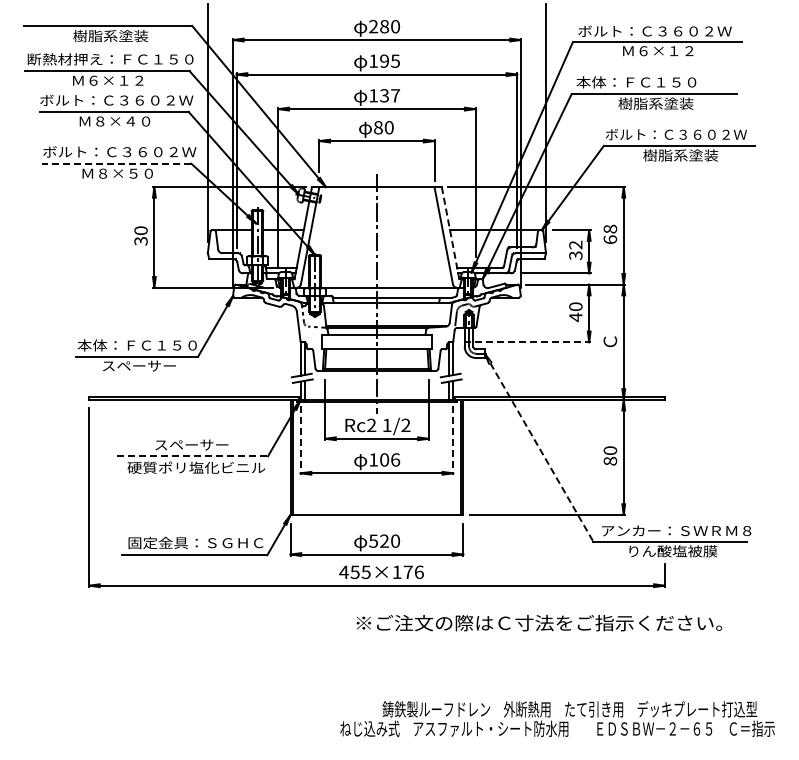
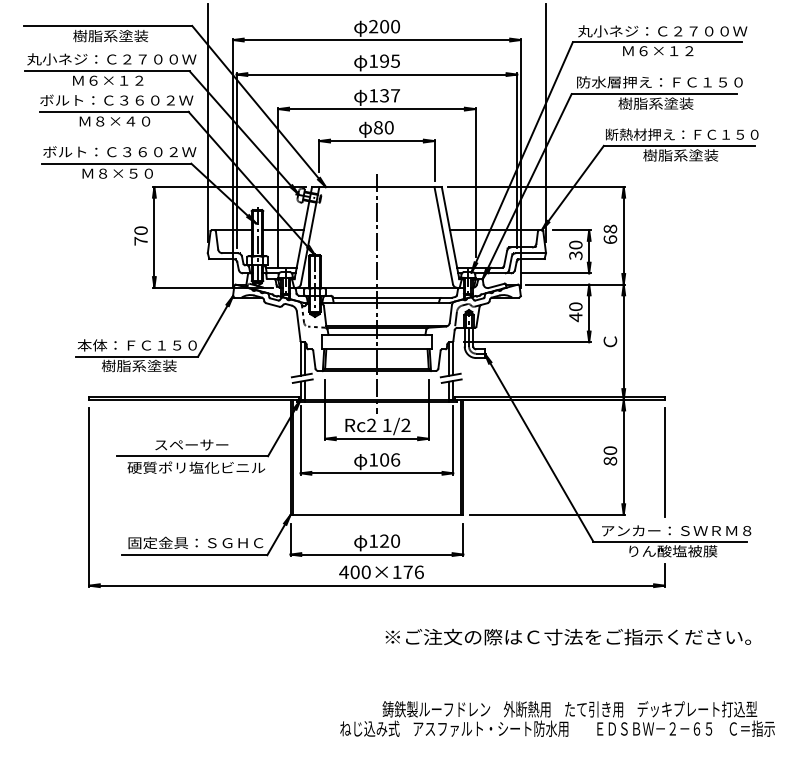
text at (384, 26): 280 -> 200
text at (662, 31): ボルト：Ｃ３６０２Ｗ -> 丸小ネジ：Ｃ２７００Ｗ
text at (111, 59): 断熱材押え：ＦＣ１５０ -> 丸小ネジ：Ｃ２７００Ｗ
text at (659, 82): 本体：ＦＣ１５０ -> 防水層押え：ＦＣ１５０
text at (682, 134): ボルト：Ｃ３６０２Ｗ -> 断熱材押え：ＦＣ１５０
line at (116, 163): dashed -> solid
line at (450, 233): dashed -> solid
text at (140, 241): 30 -> 70
text at (575, 244): 32 -> 30
line at (527, 342): dashed -> solid
text at (138, 365): スペーサー -> 樹脂系塗装
line at (300, 441): dashed -> solid
line at (453, 441): dashed -> solid
line at (539, 448): dashed -> solid
line at (192, 456): dashed -> solid
line at (664, 462): none -> present
text at (373, 540): 520 -> 120
text at (360, 571): 455×176 -> 400×176
text at (539, 623) position: (539, 623) -> (568, 637)
